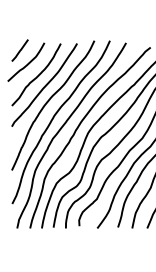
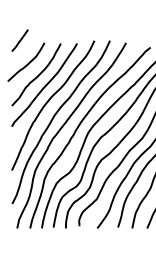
line at (19, 50) position: (19, 50) -> (19, 40)
